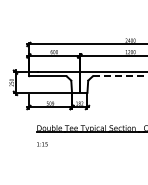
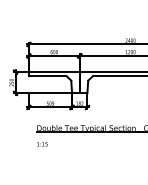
line at (120, 76): dashed -> solid
